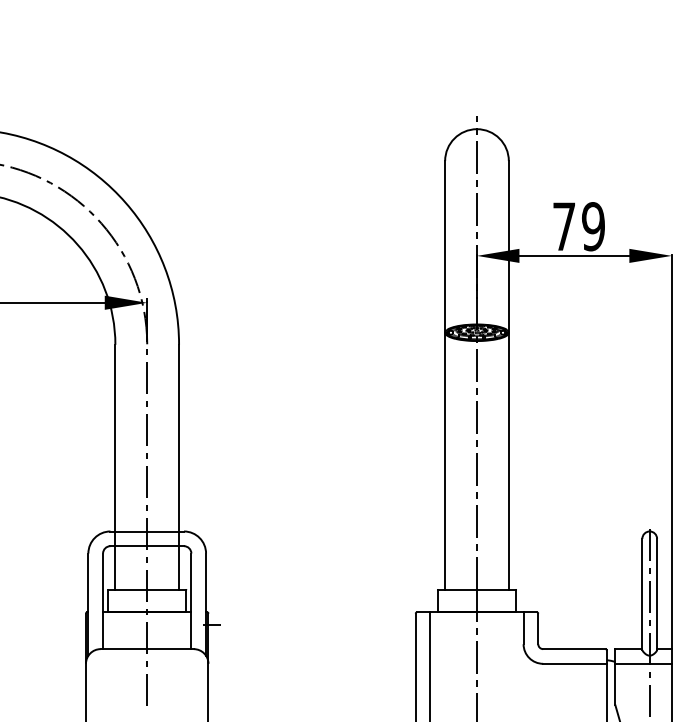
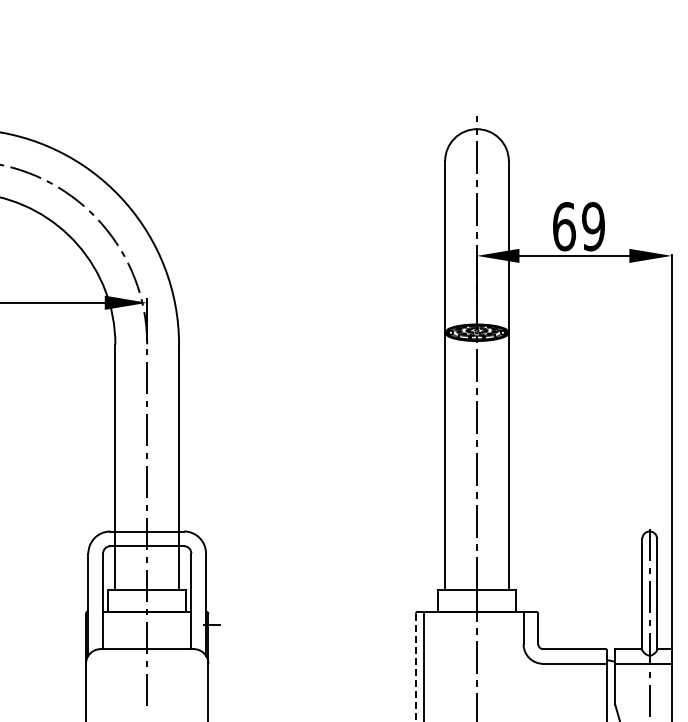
text at (564, 226): 79 -> 69
line at (430, 665) position: (430, 665) -> (424, 665)
line at (415, 667): solid -> dashed
